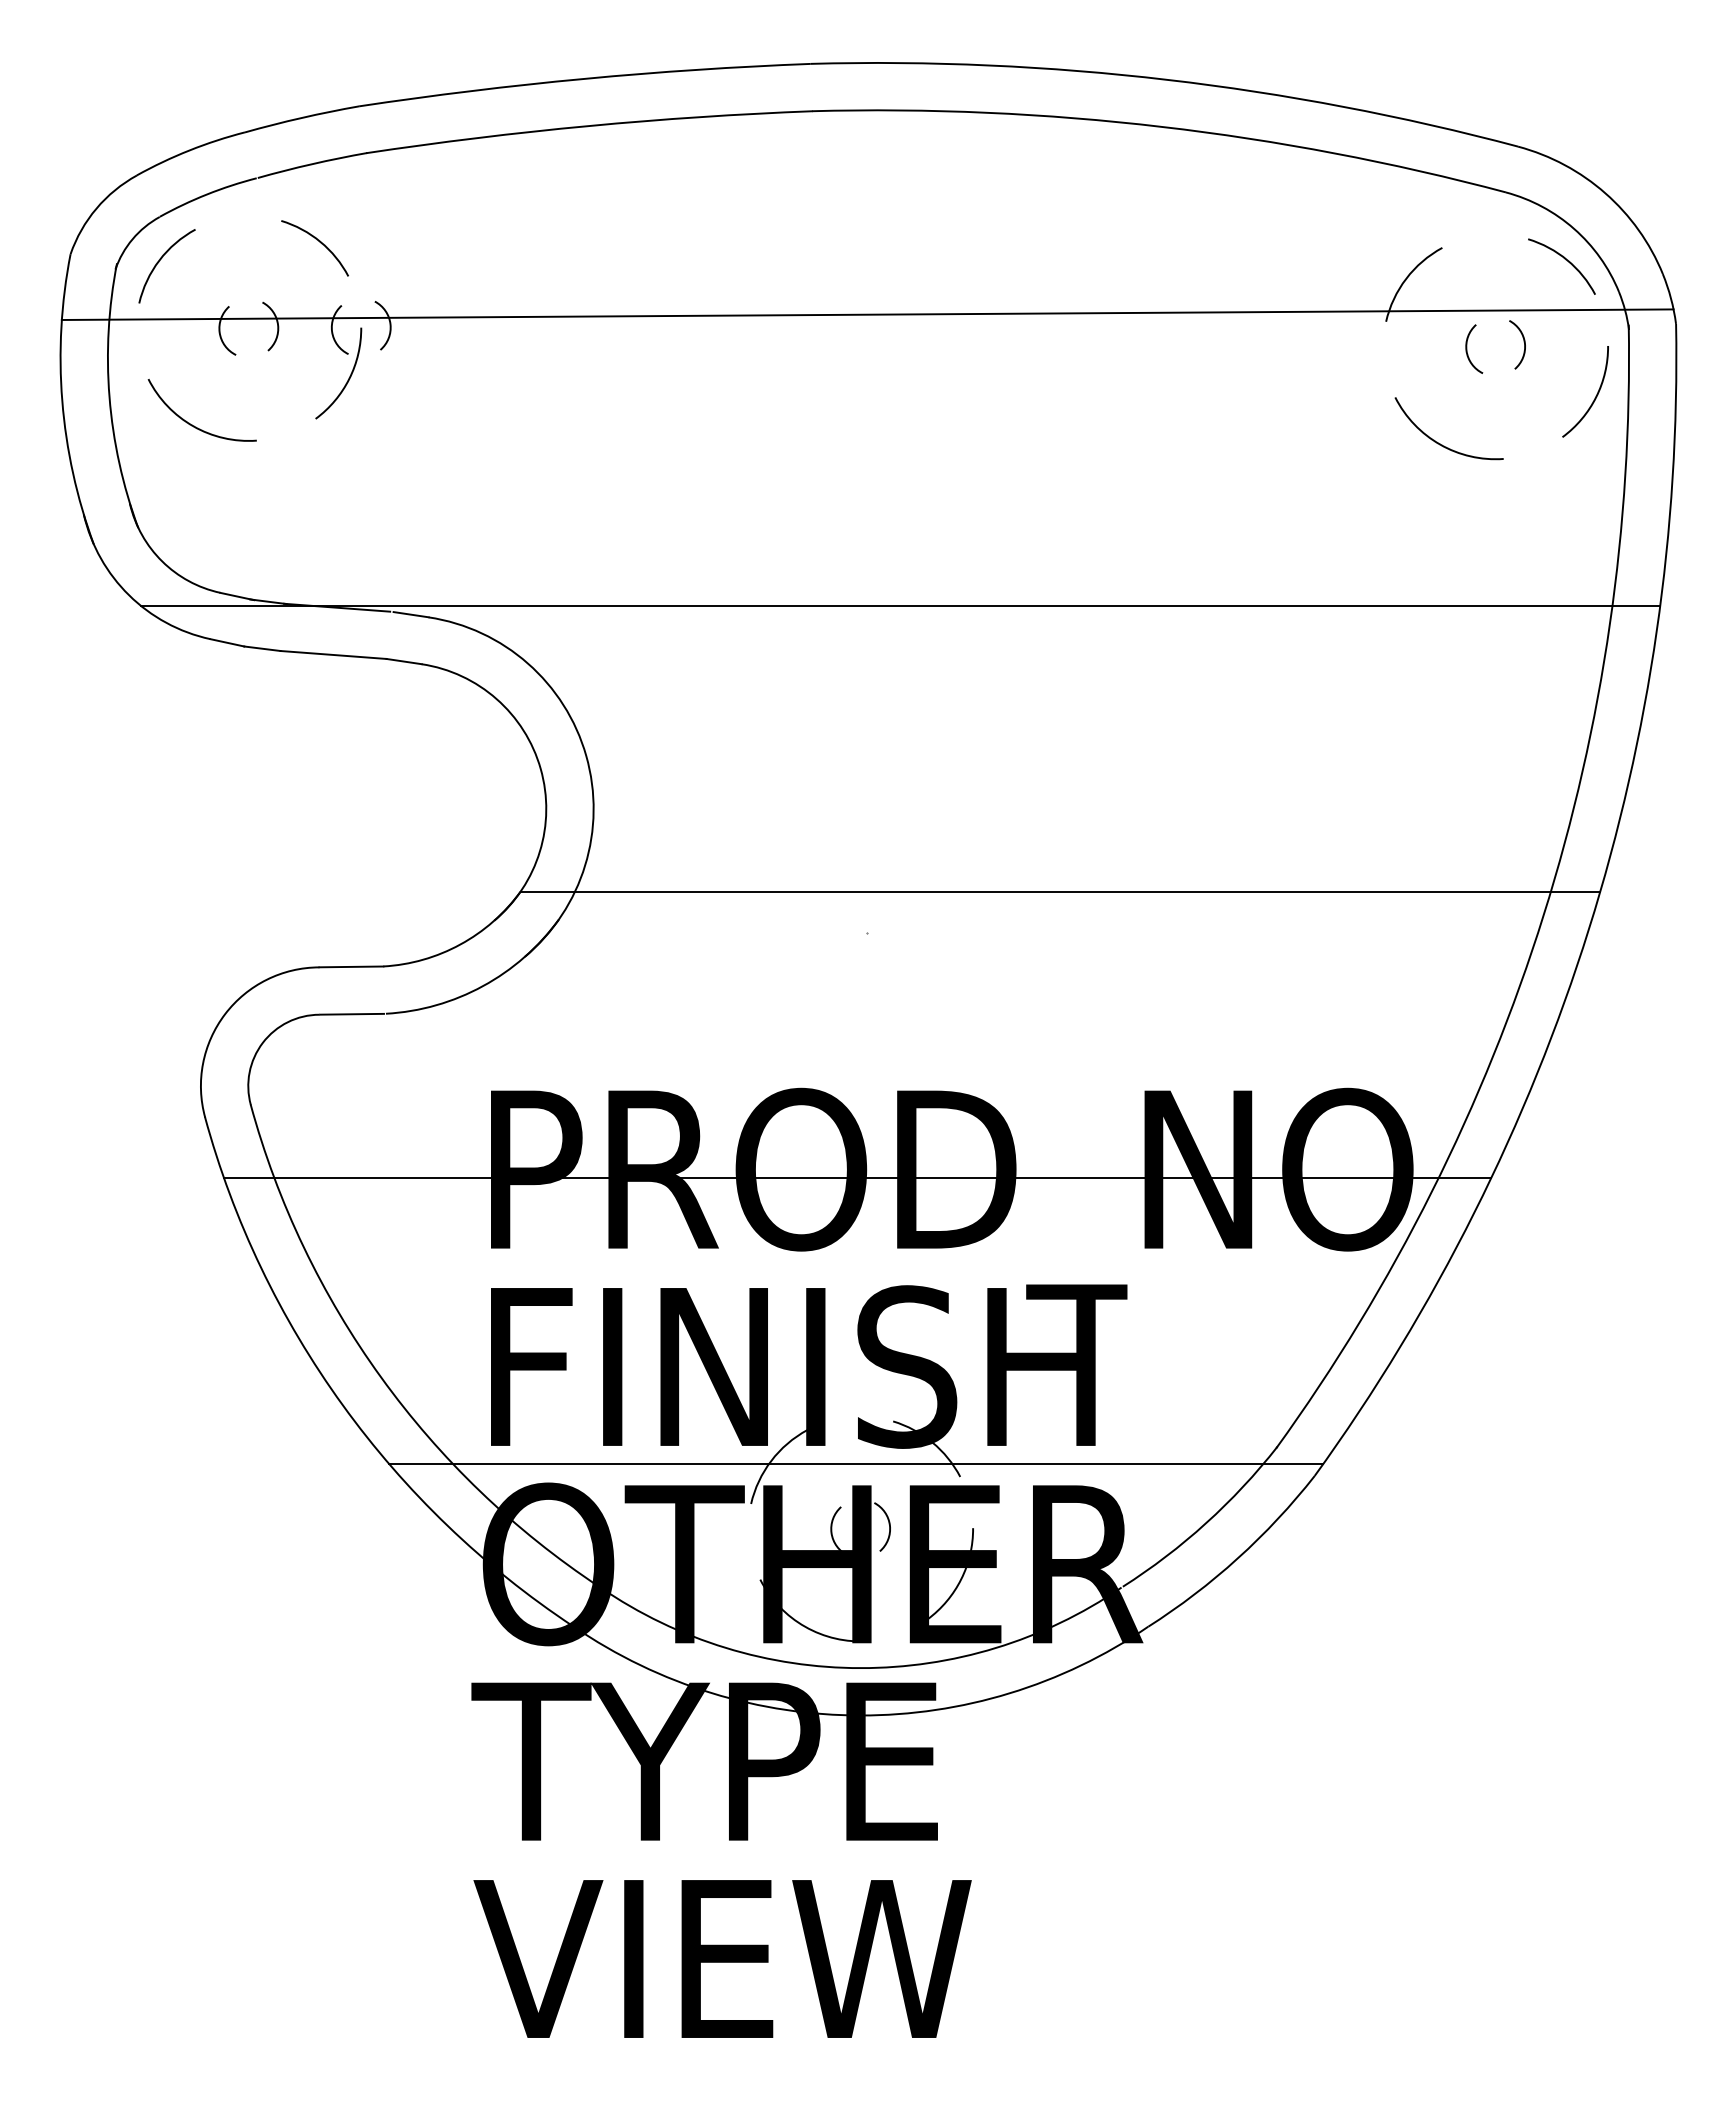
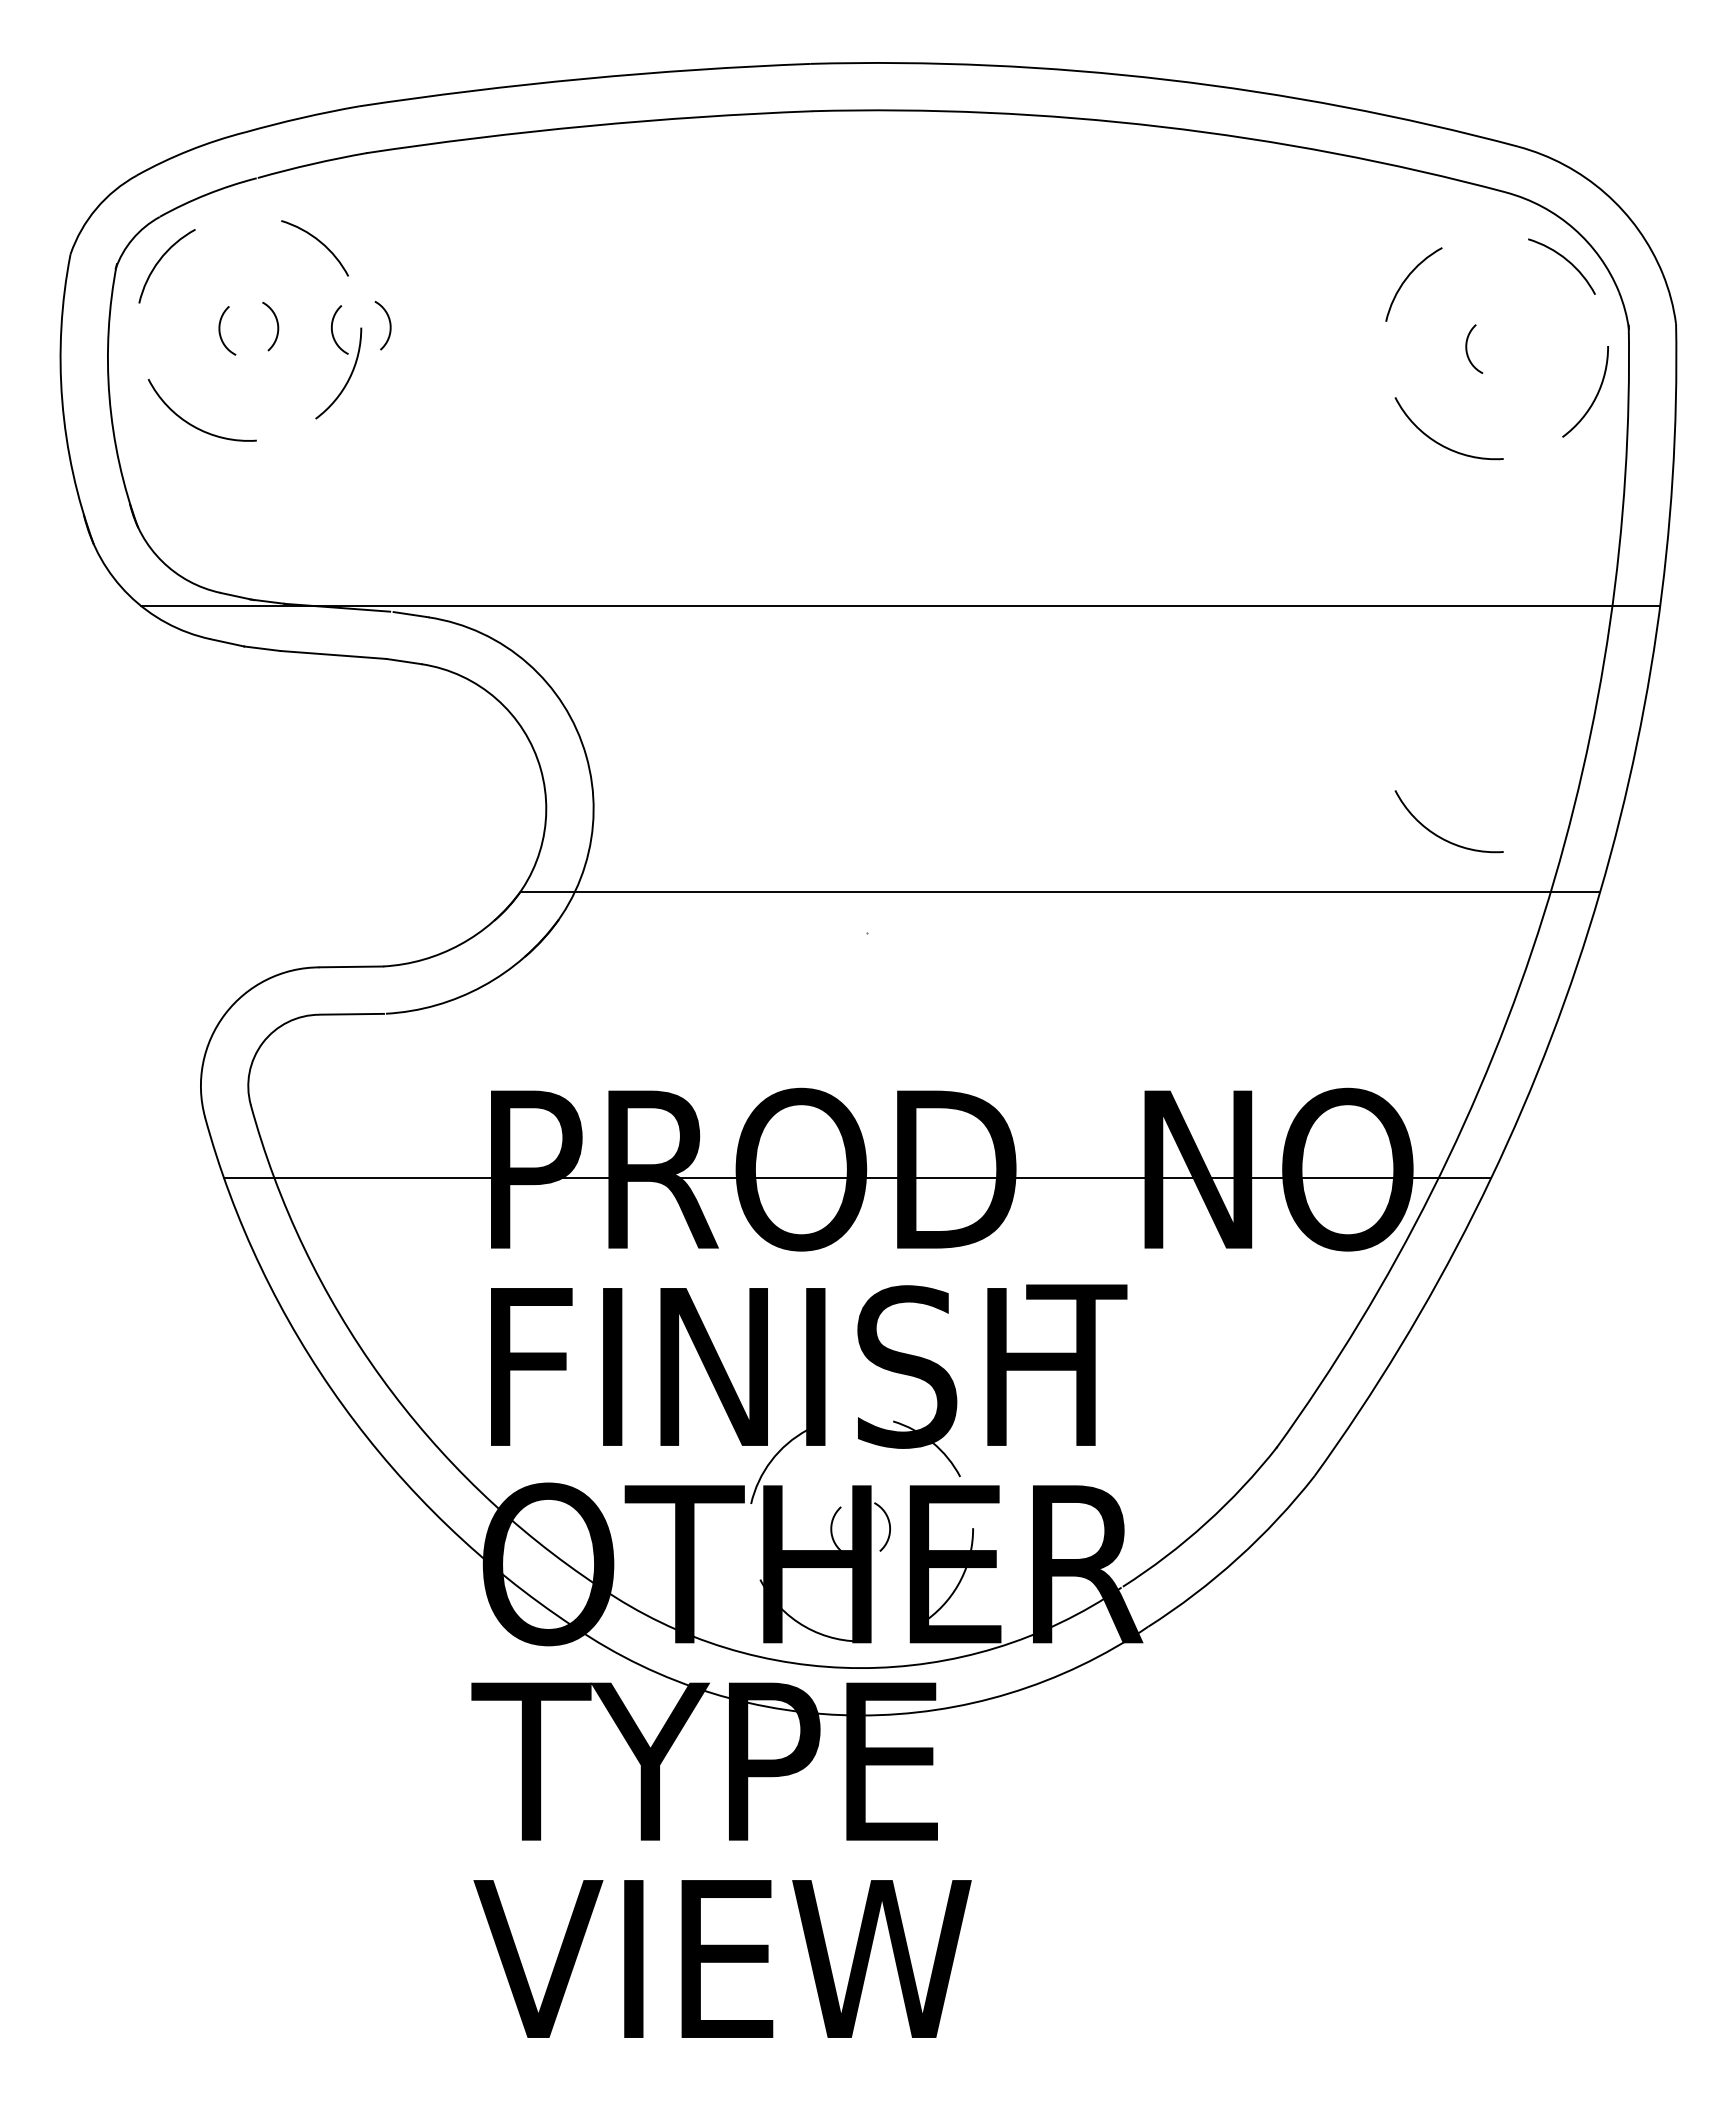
line at (867, 314): present -> none
arc at (1523, 342): present -> none
arc at (1440, 836): none -> present
line at (856, 1464): present -> none
